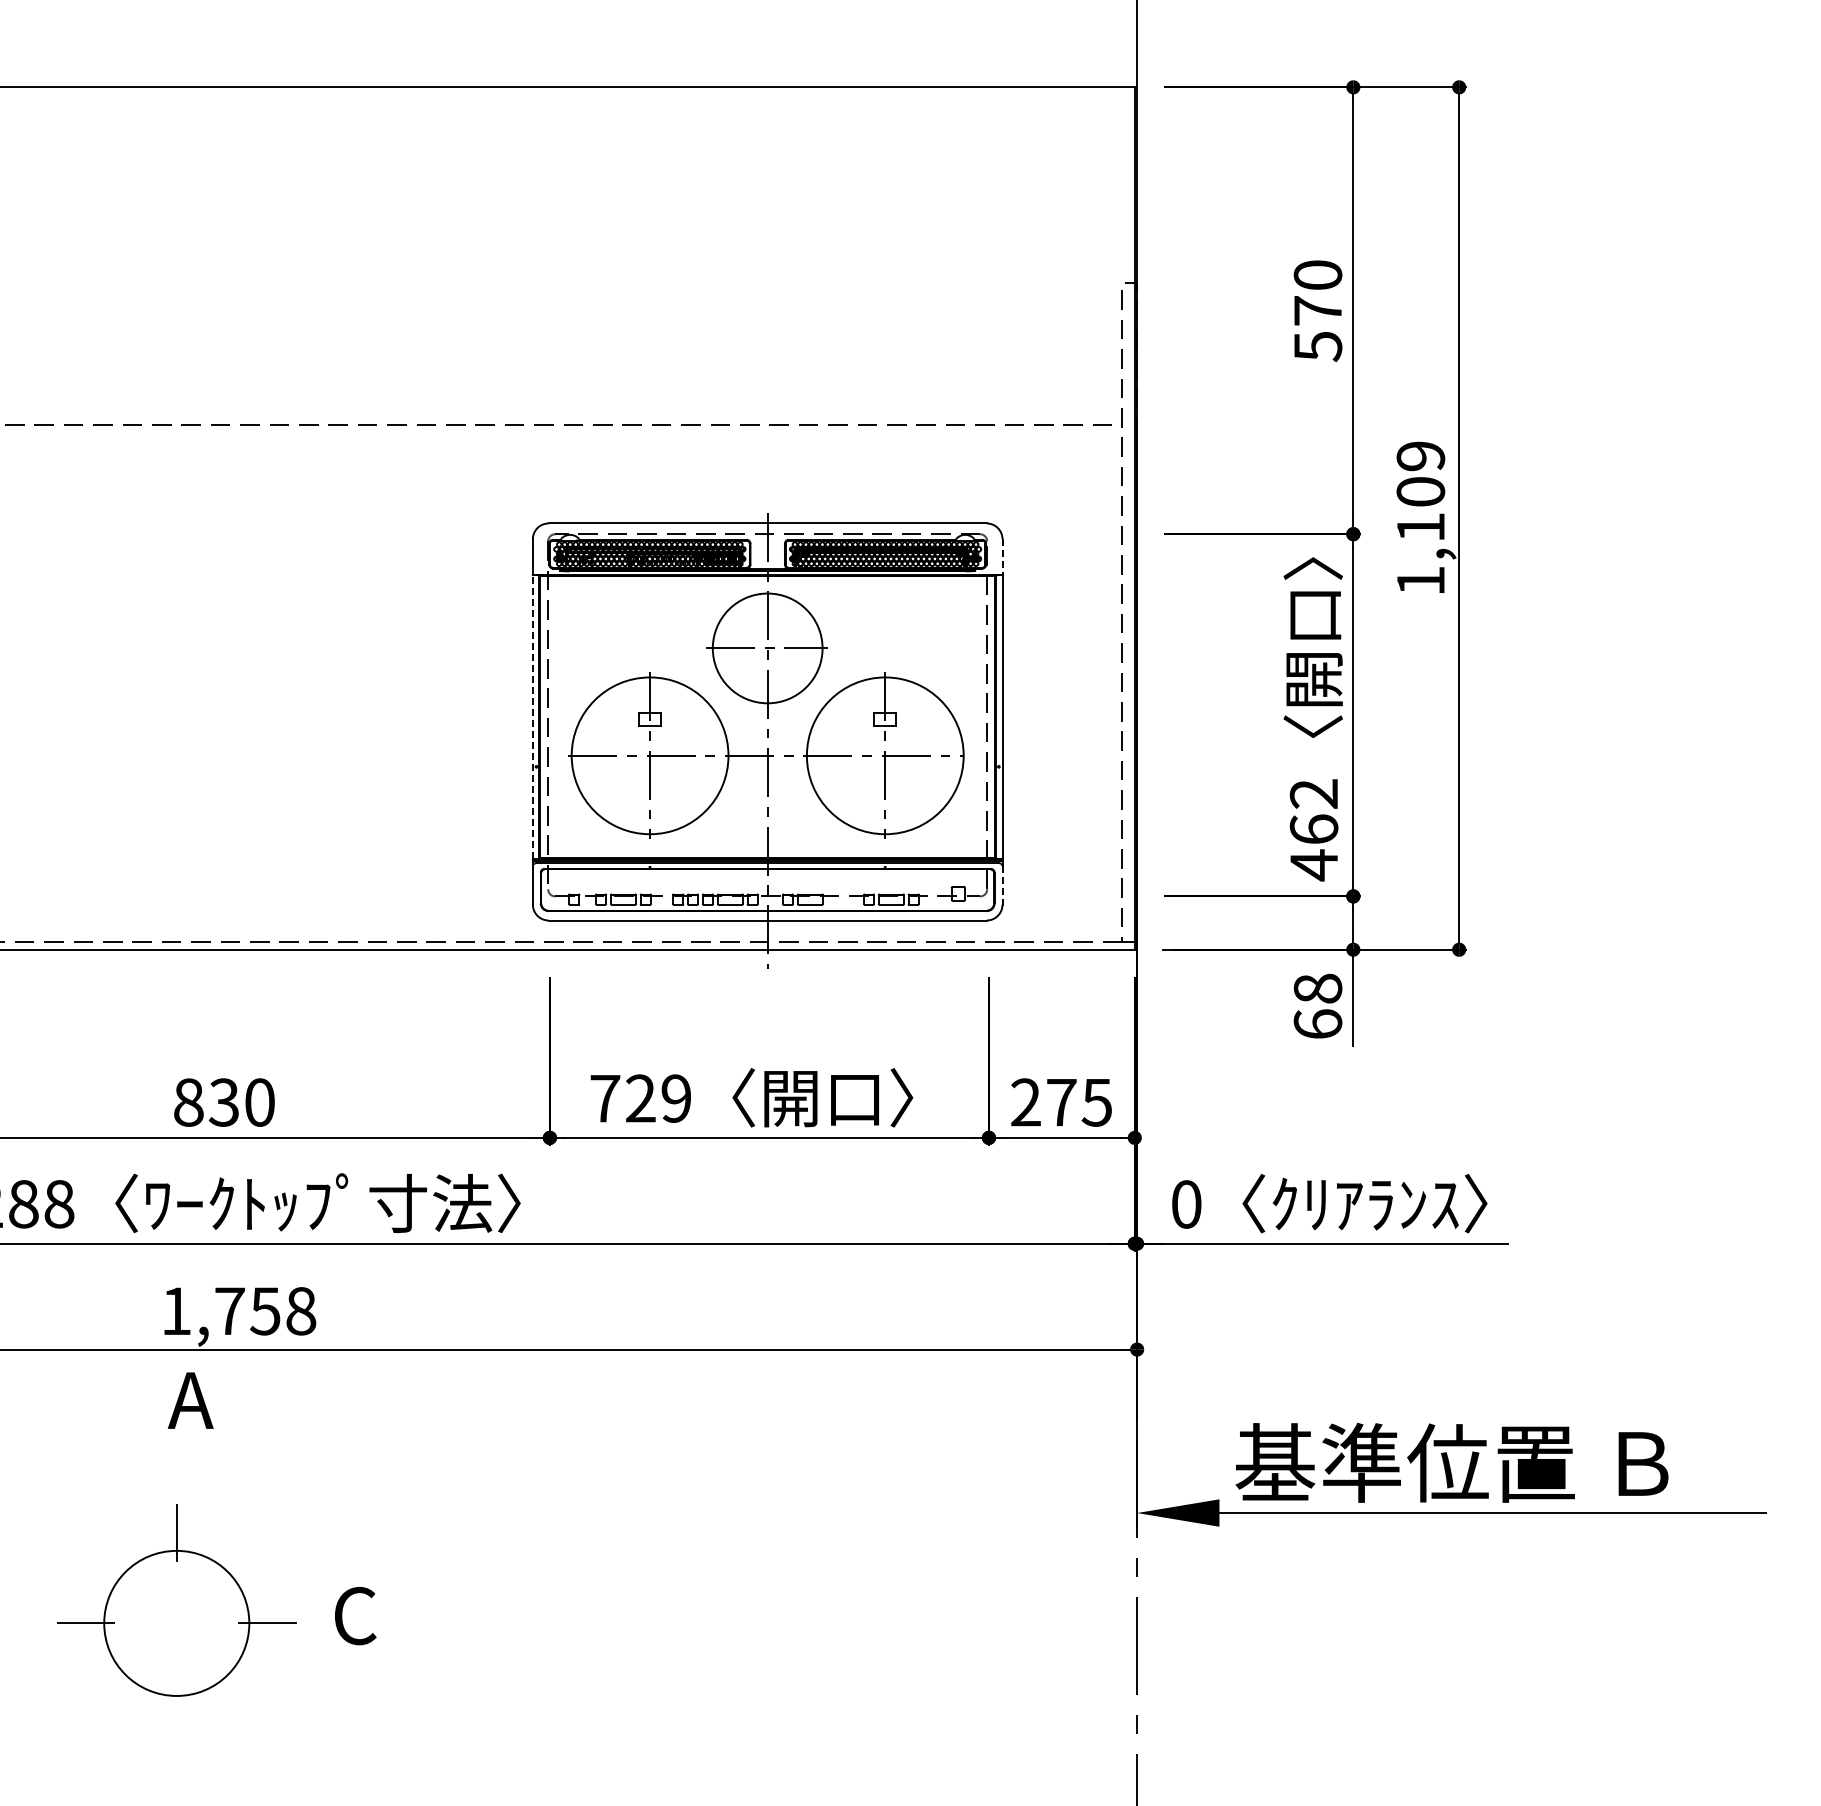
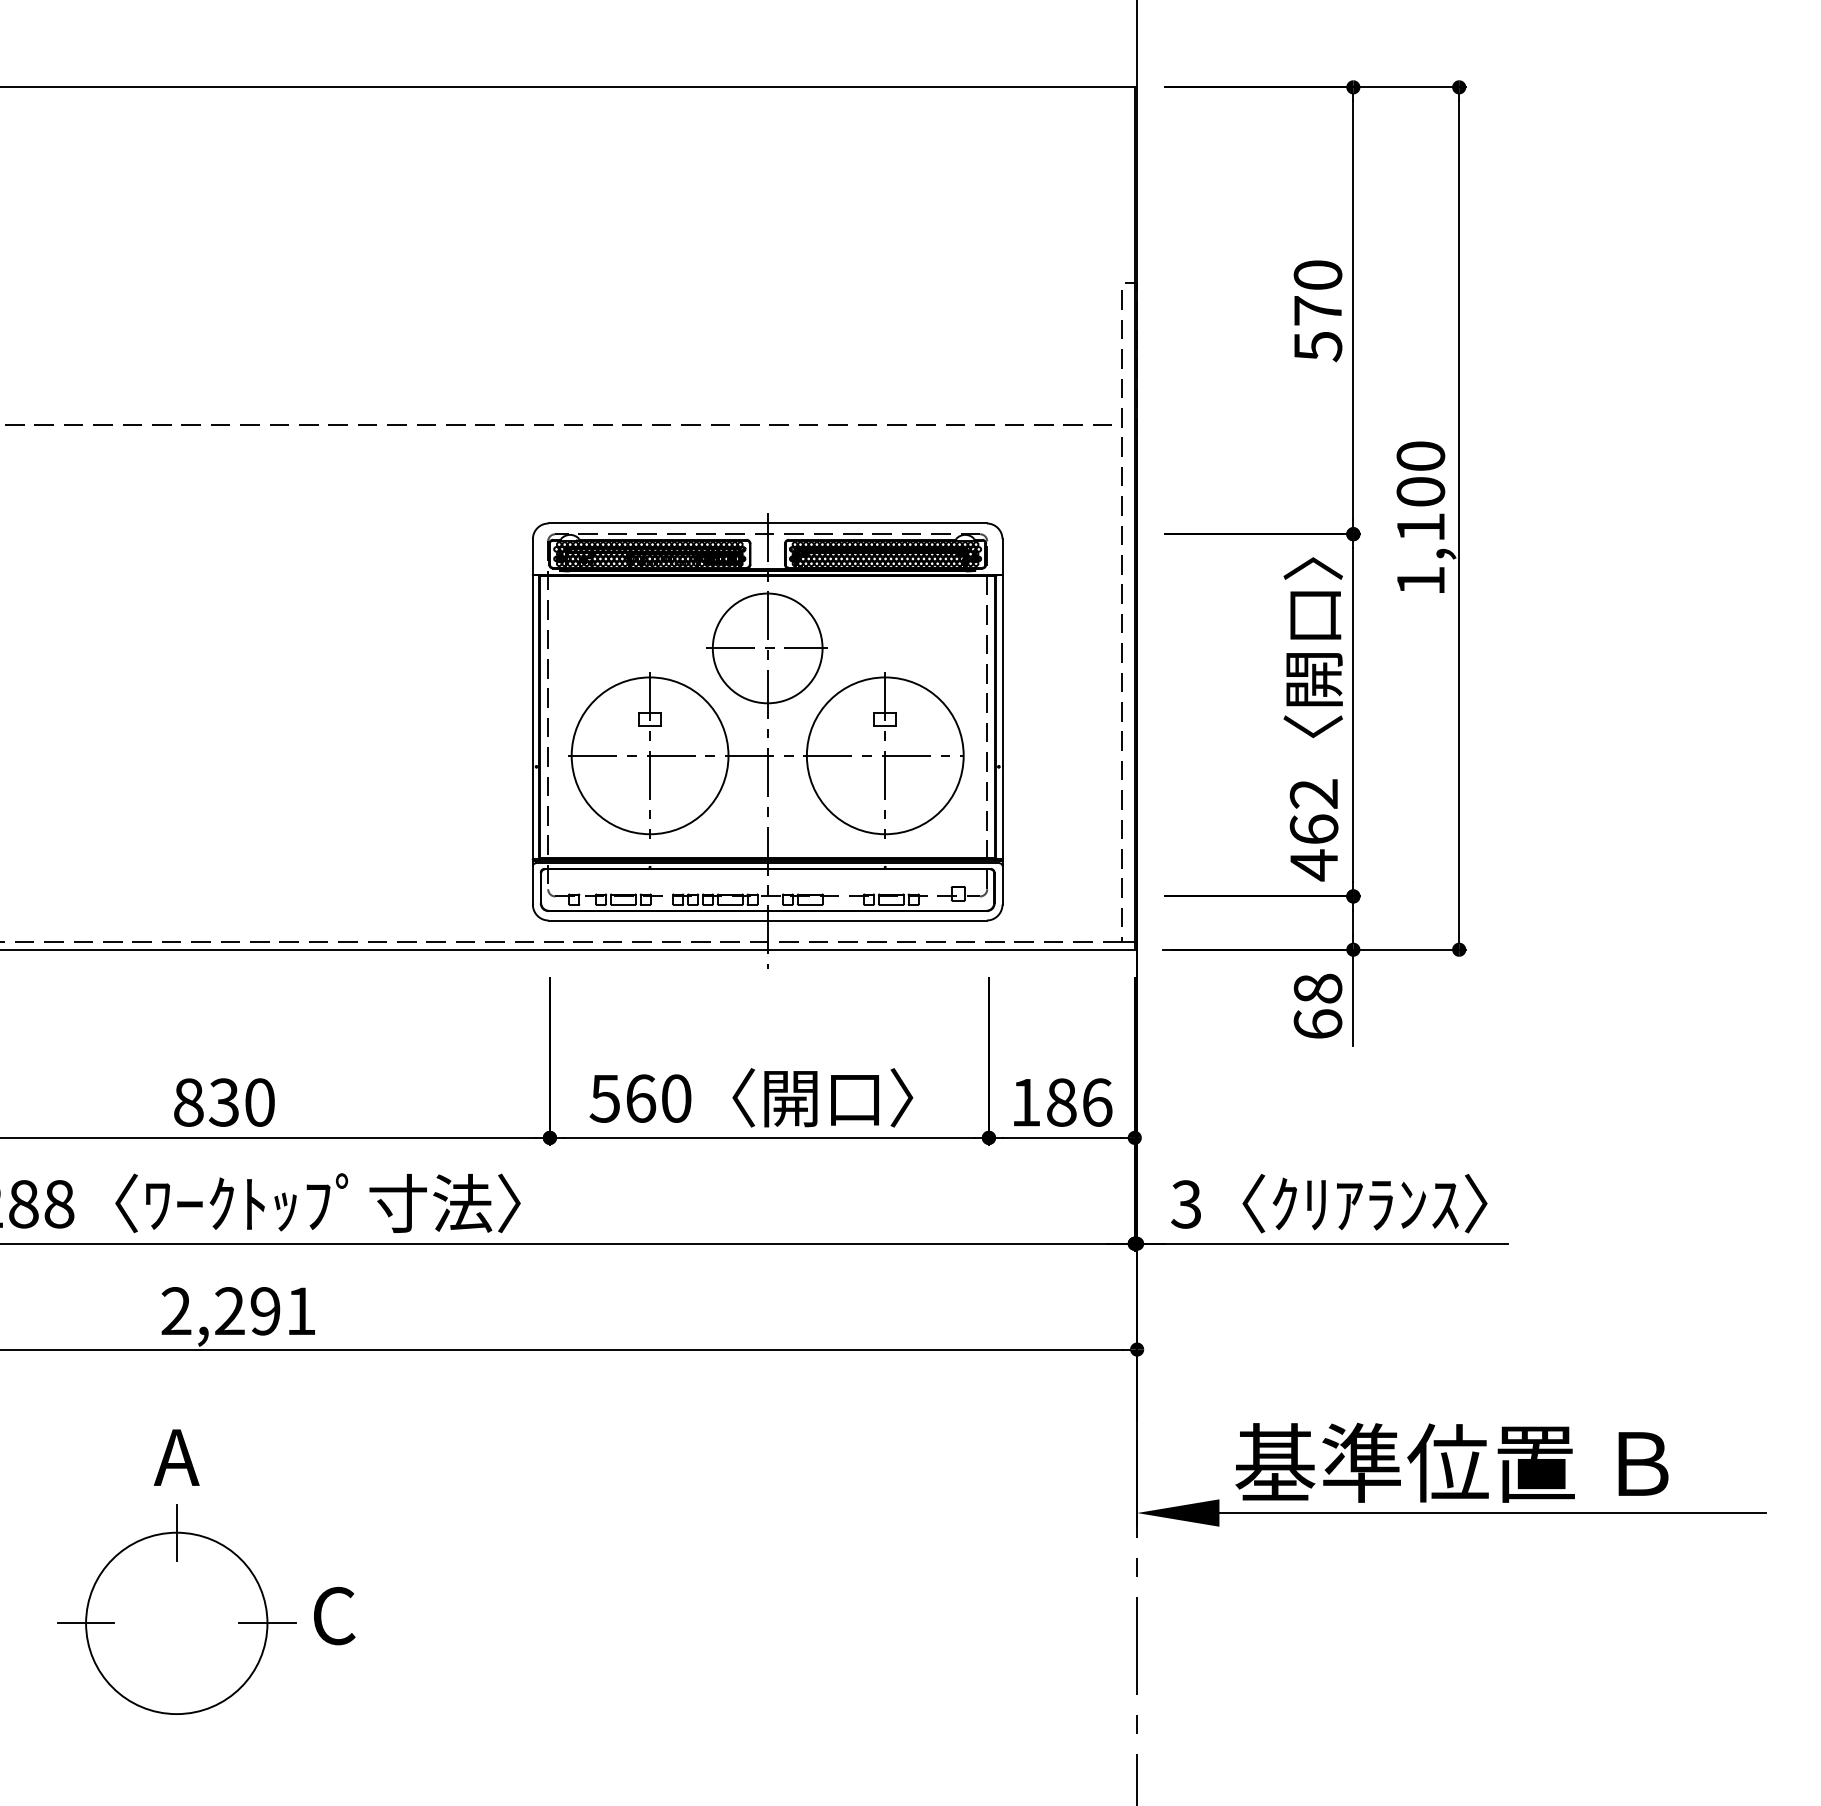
text at (1420, 456): 1,109 -> 1,100
line at (1002, 557): dashed -> solid
line at (532, 717): dashed -> solid
line at (1002, 884): dashed -> solid
text at (640, 1098): 729 -> 560
text at (1061, 1102): 275 -> 186
text at (1186, 1204): 0 -> 3
text at (238, 1311): 1,758 -> 2,291
text at (190, 1400) position: (190, 1400) -> (176, 1457)
text at (355, 1616) position: (355, 1616) -> (334, 1616)
circle at (176, 1622) diameter: 145 px -> 181 px
